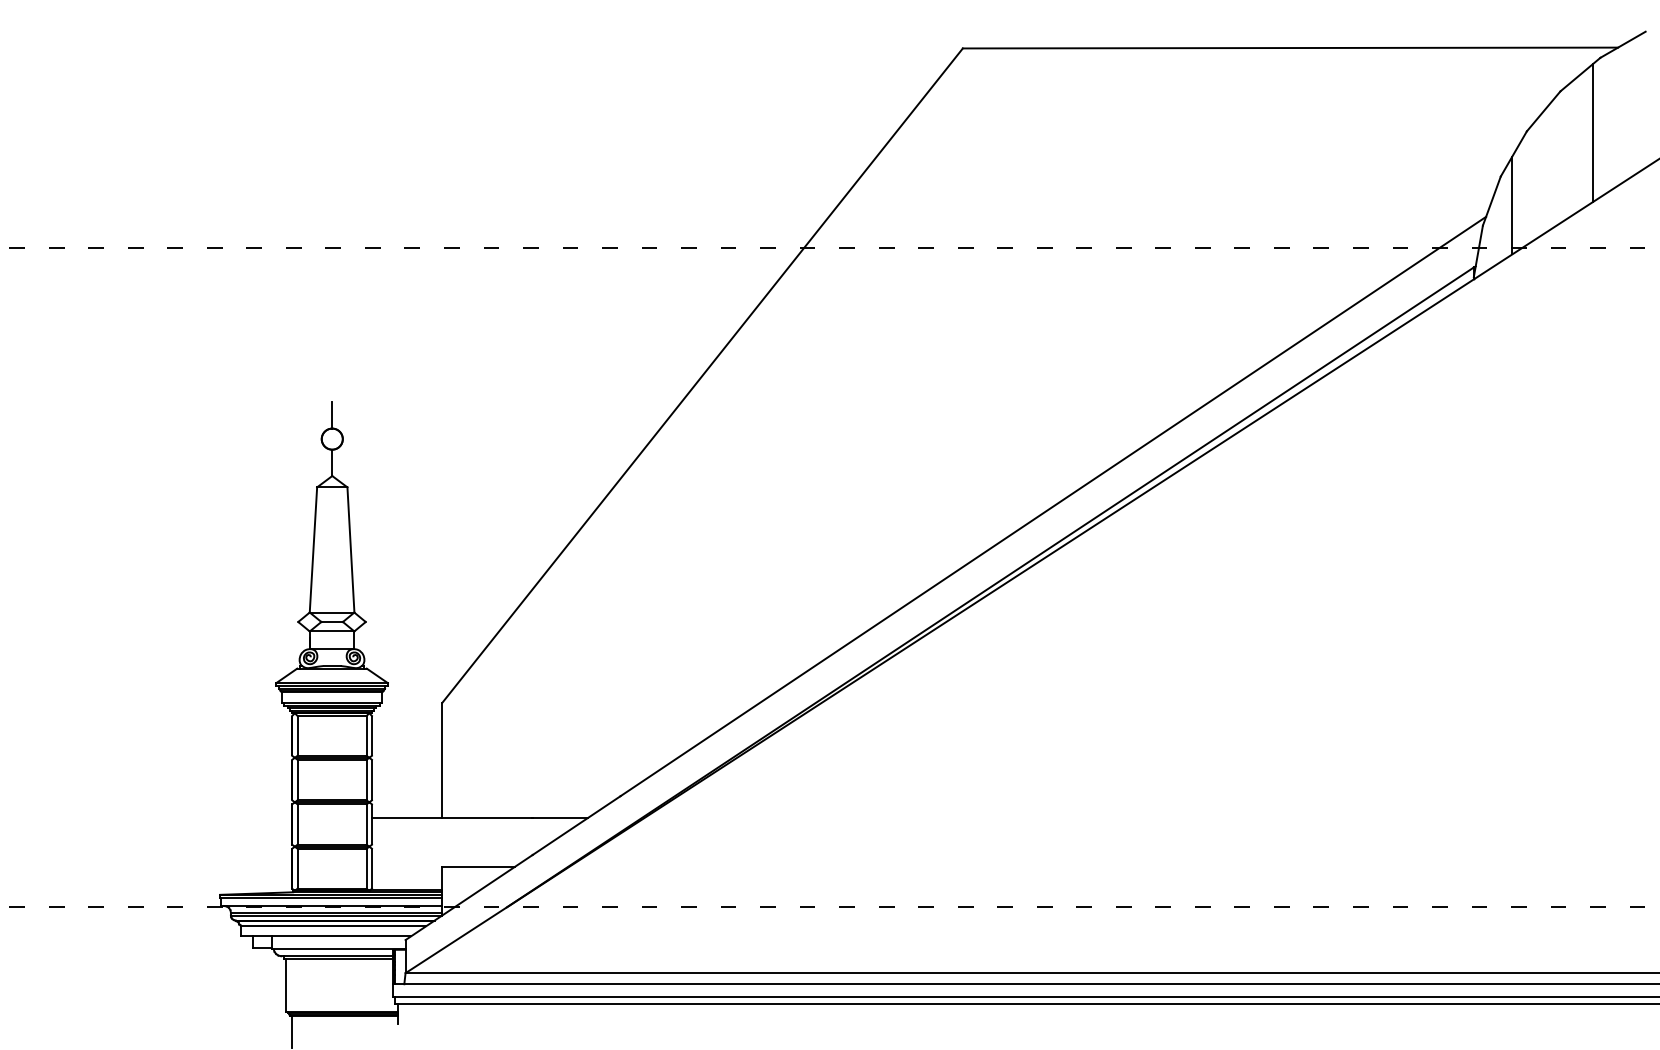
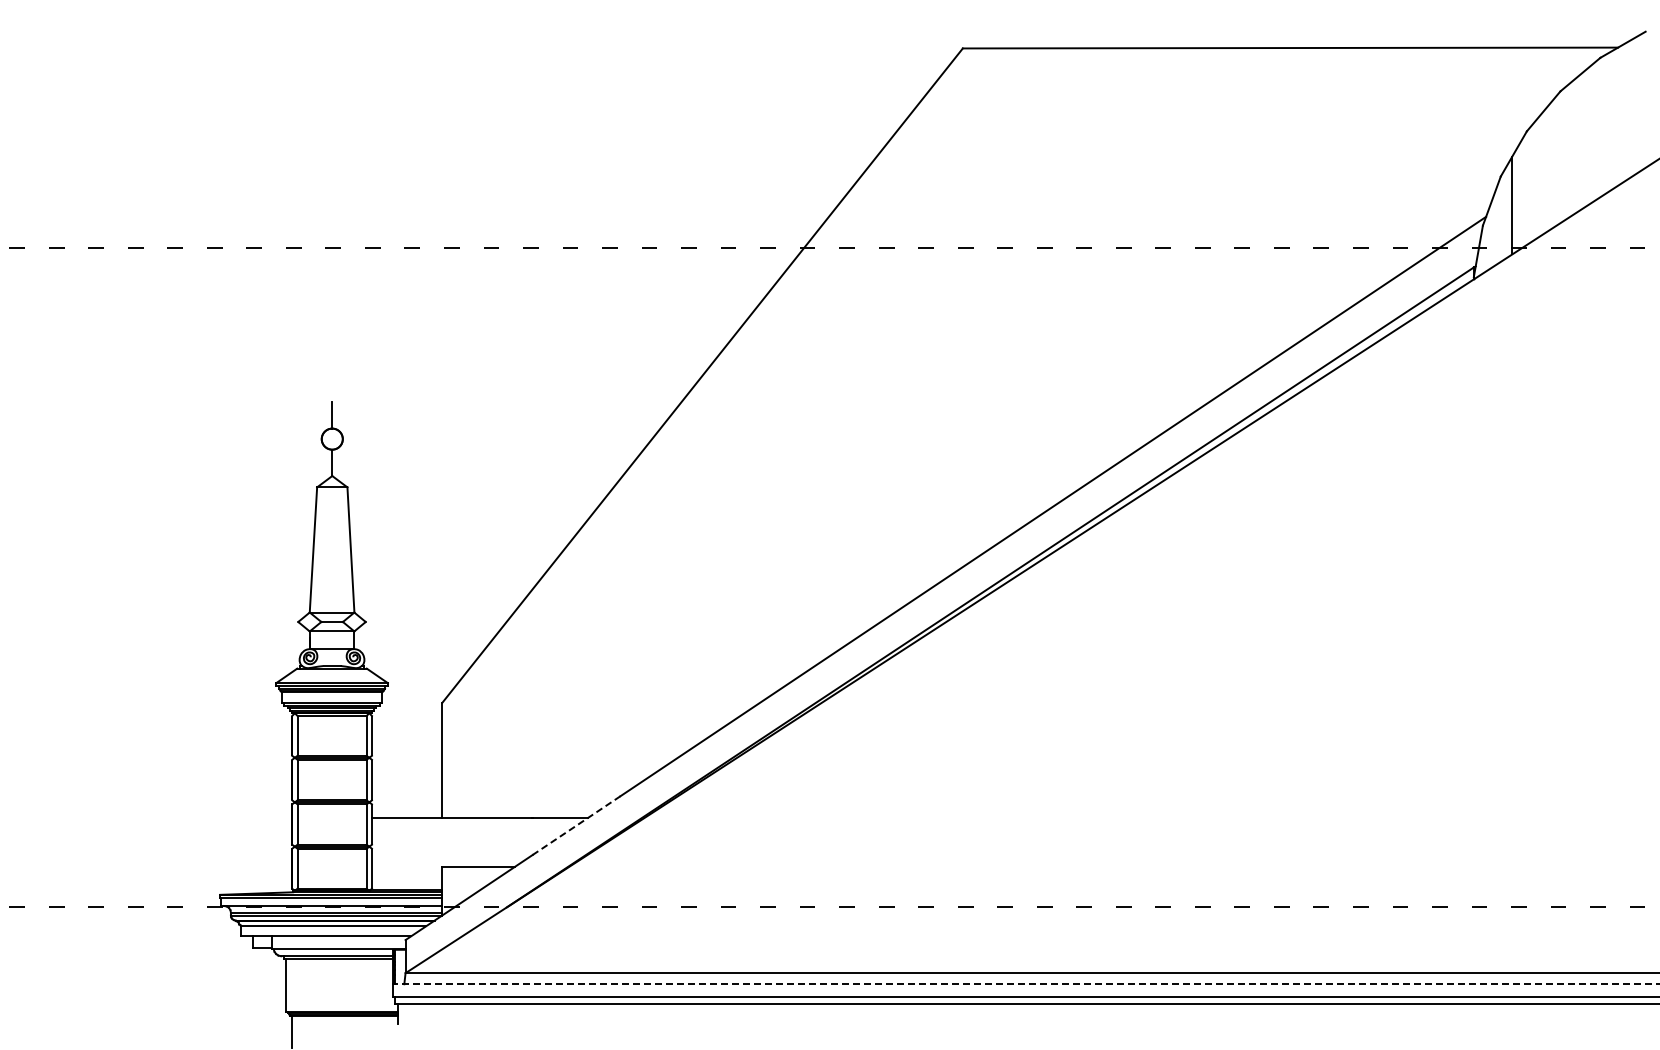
line at (1592, 133): present -> none
line at (576, 825): solid -> dashed
line at (1025, 984): solid -> dashed
